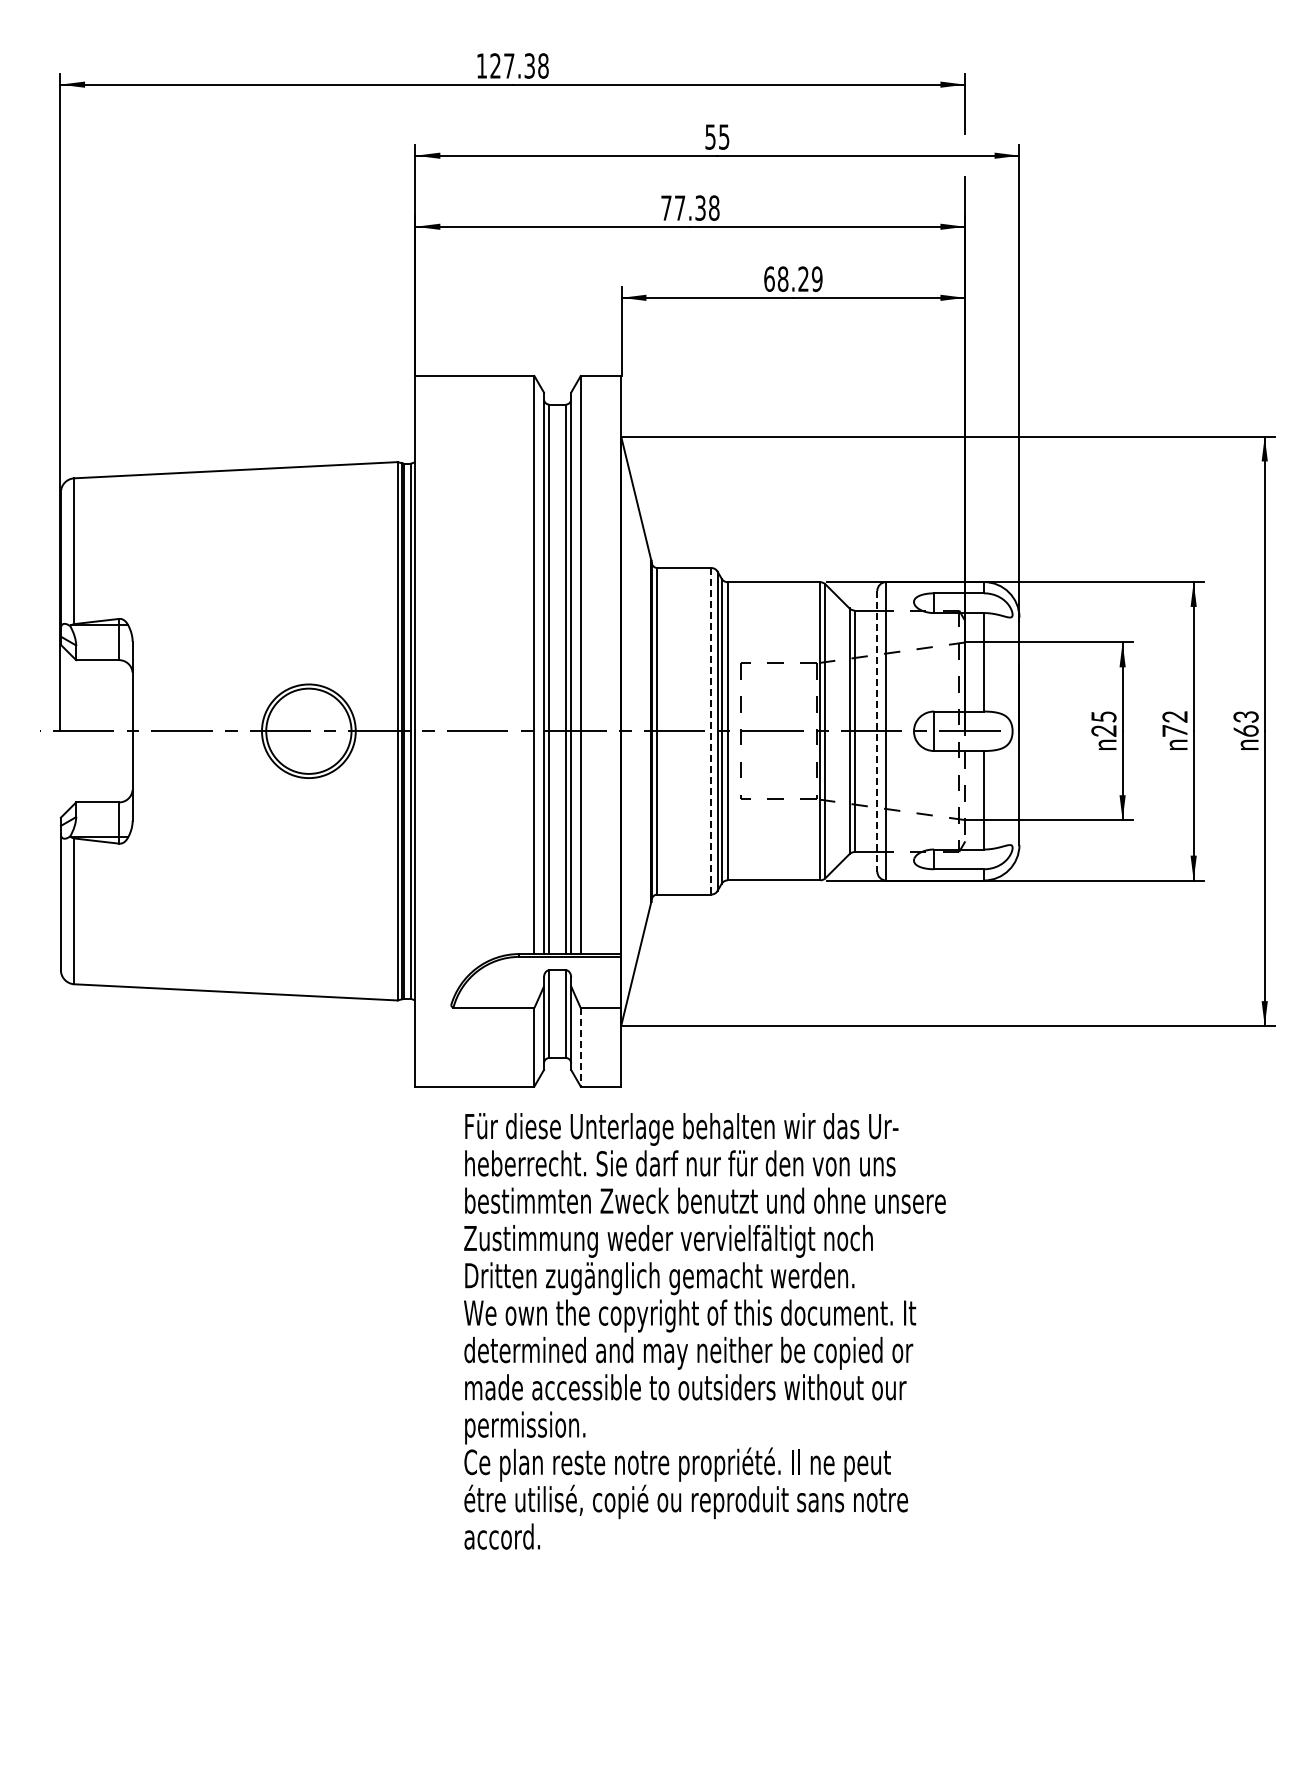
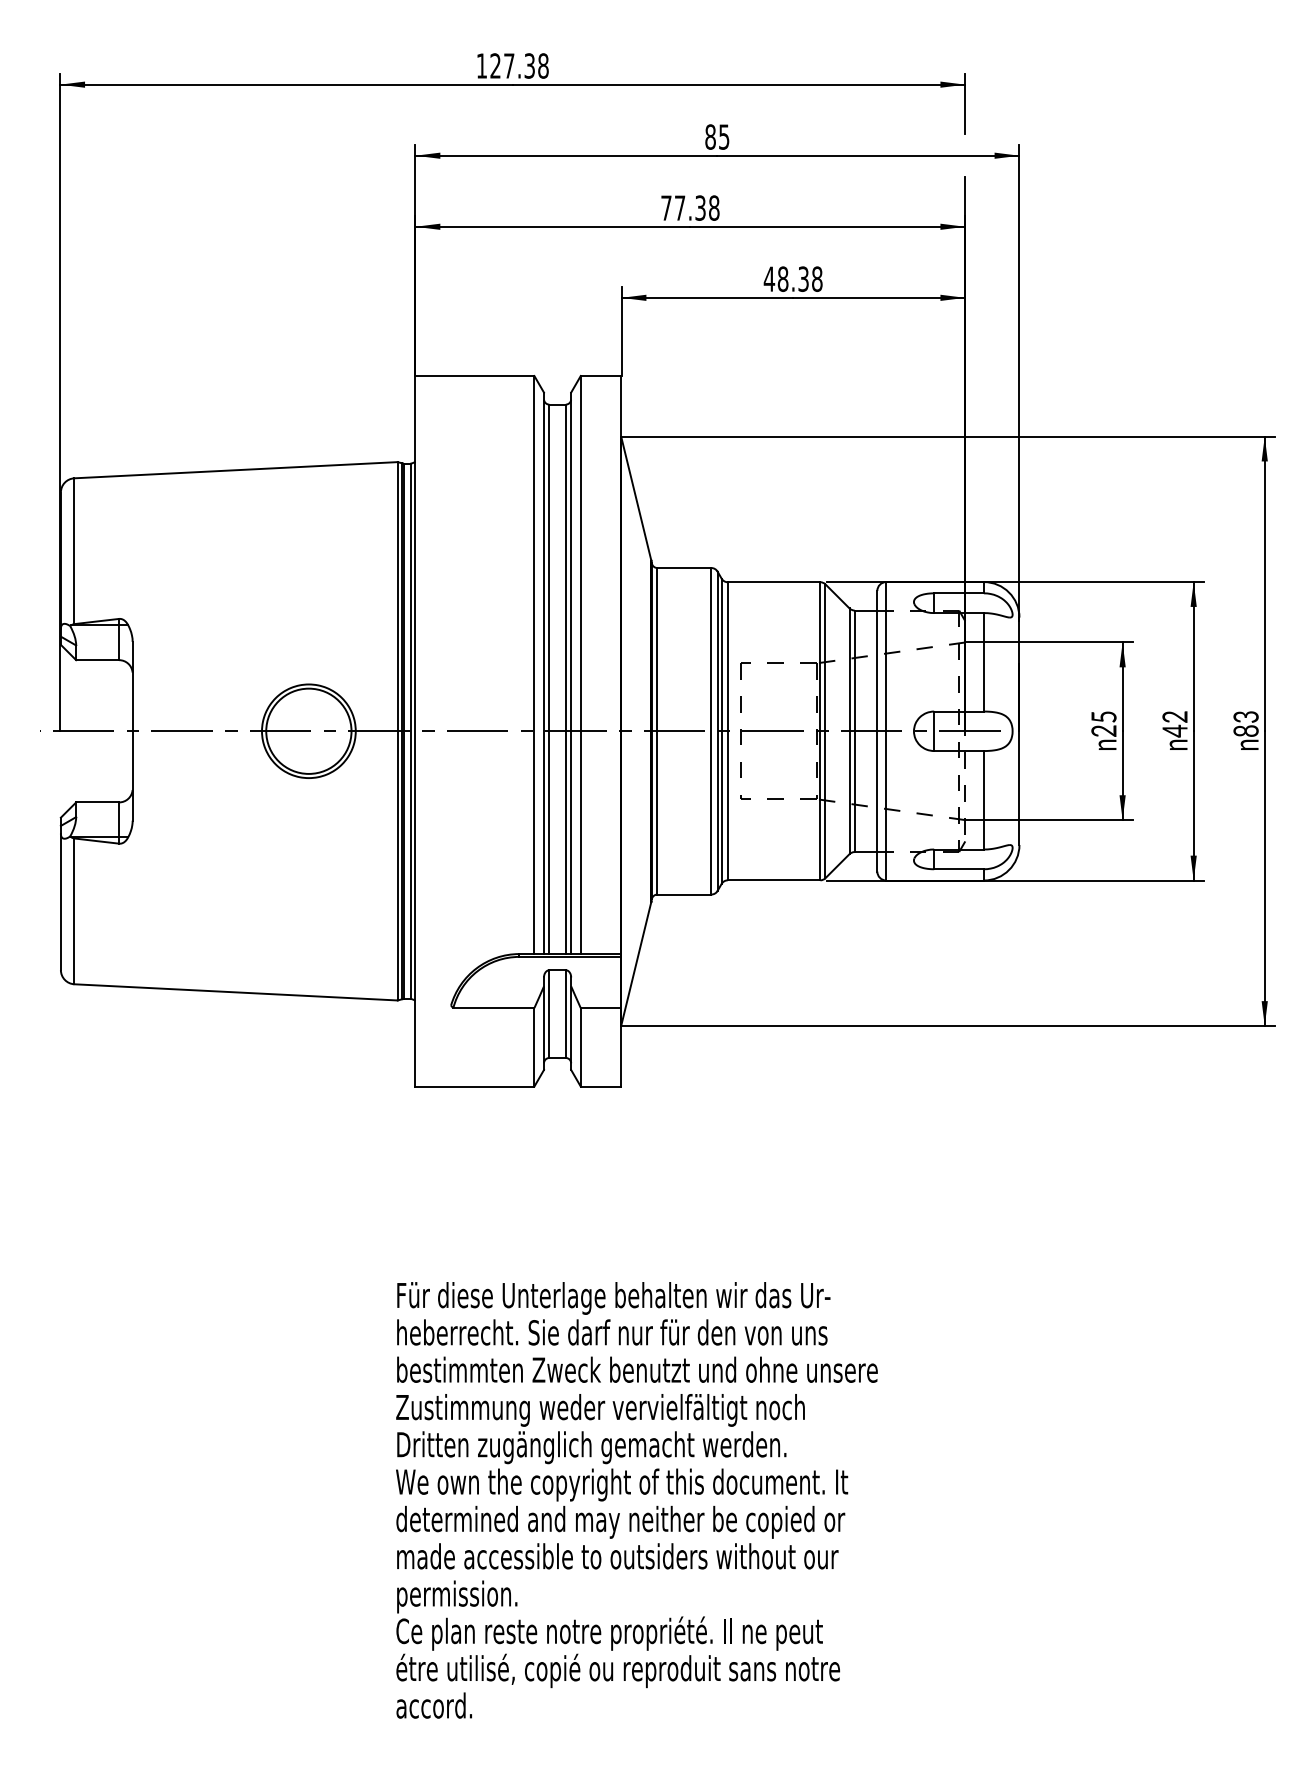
text at (710, 136): 55 -> 85
text at (792, 278): 68.29 -> 48.38
text at (1174, 730): 72 -> 42
text at (1245, 730): 63 -> 83
line at (711, 731): dashed -> solid
line at (877, 731): dashed -> solid
line at (580, 1047): dashed -> solid
text at (704, 1331) position: (704, 1331) -> (636, 1500)
